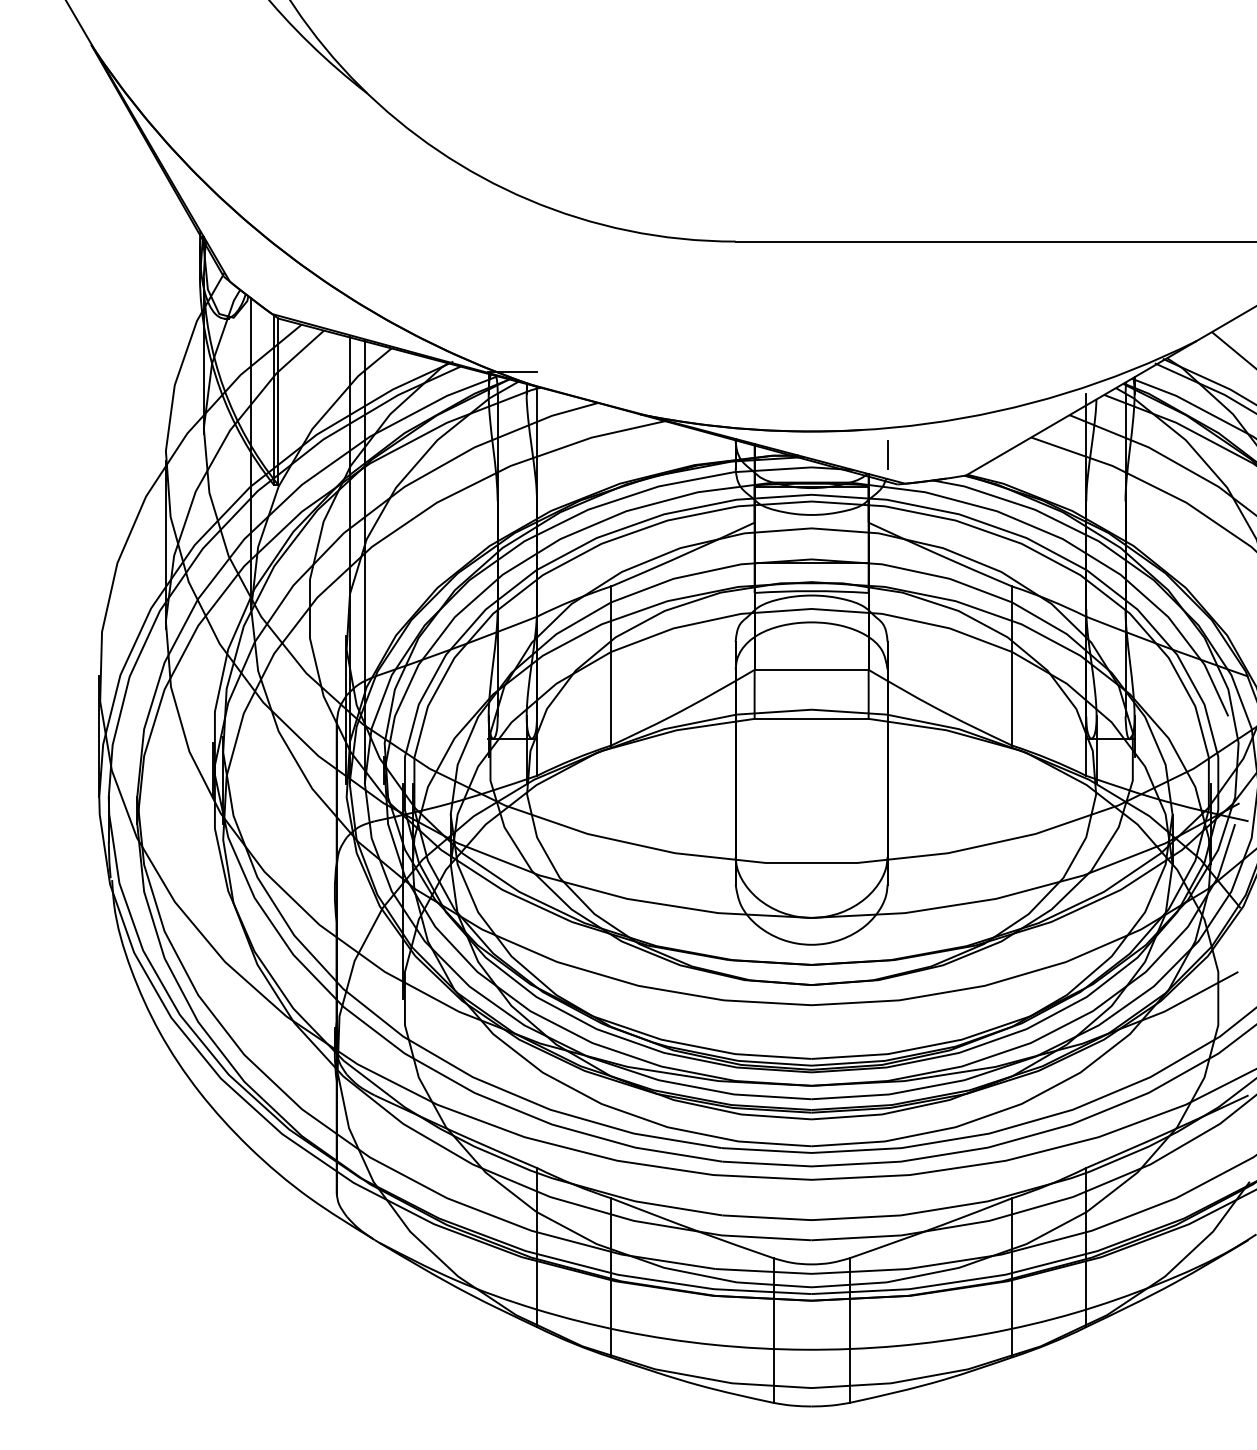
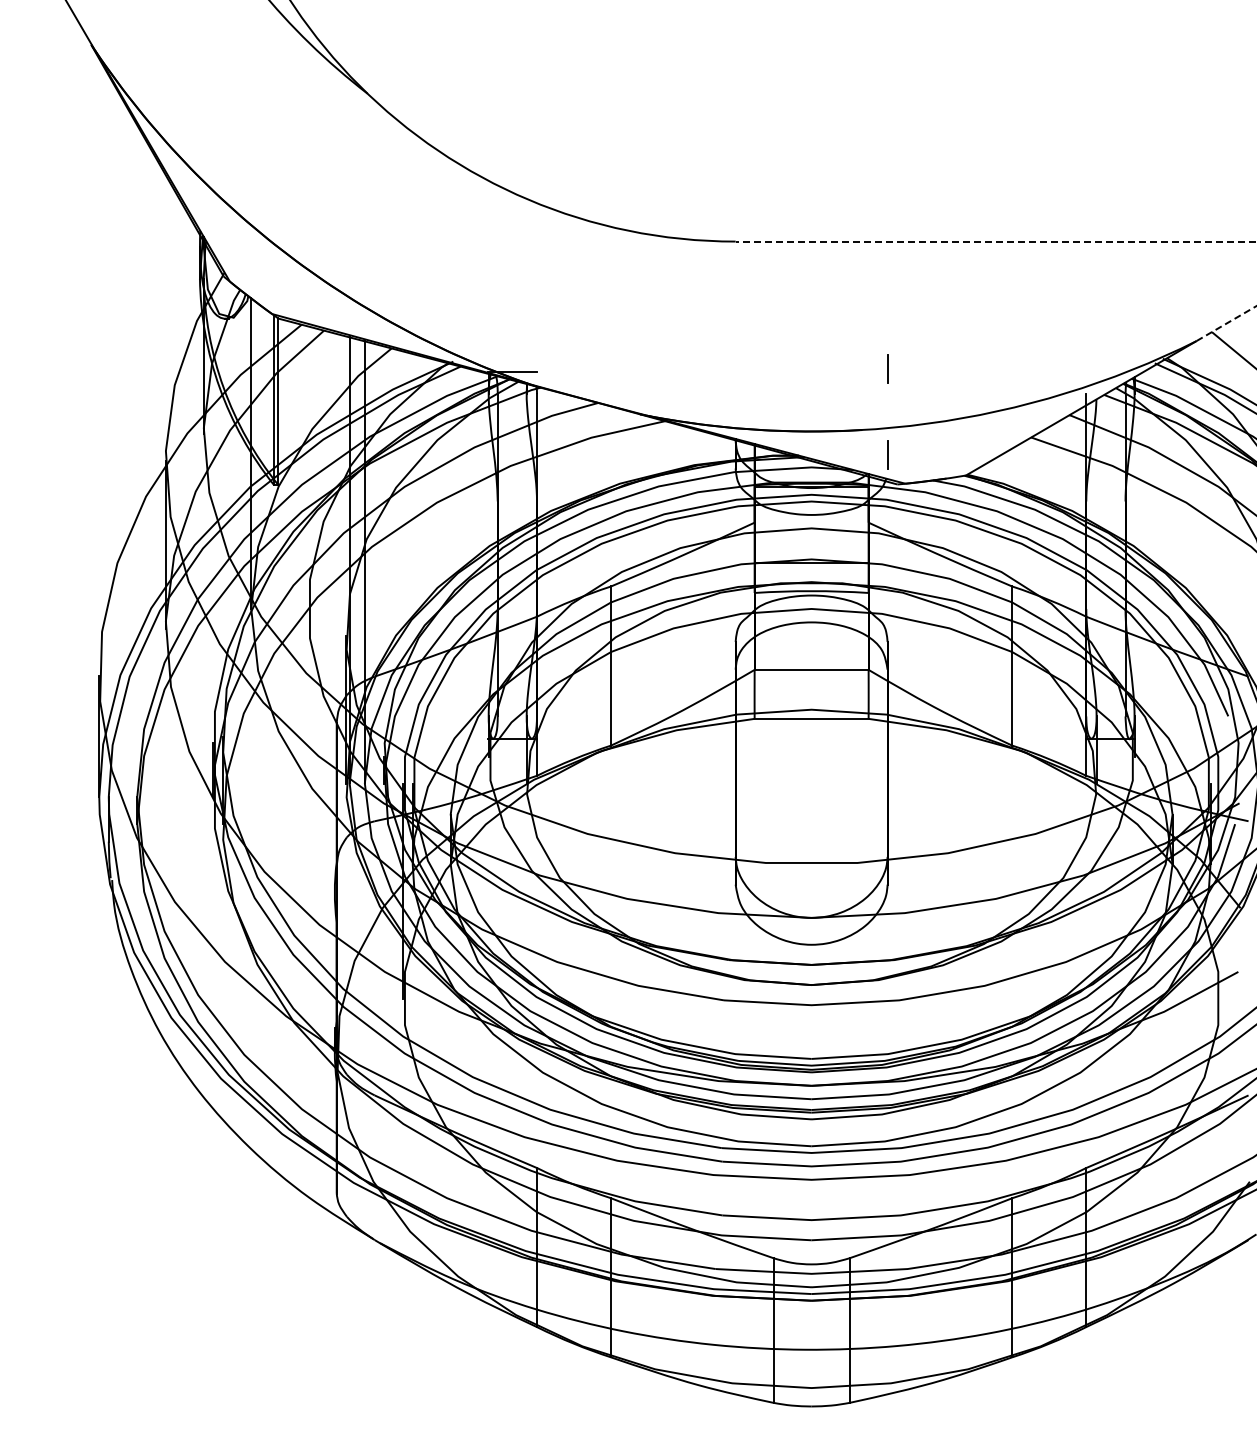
line at (995, 241): solid -> dashed
line at (1226, 323): solid -> dashed
line at (887, 368): none -> present
